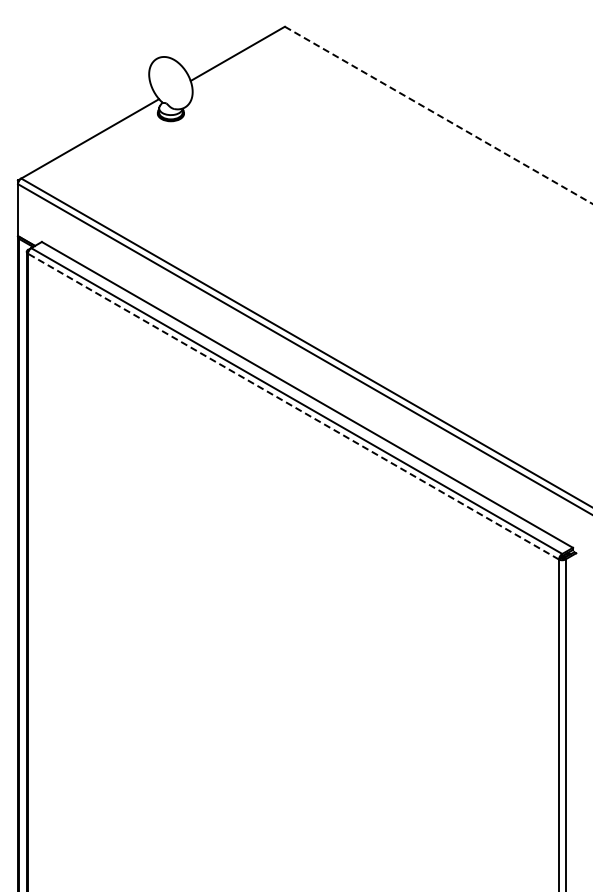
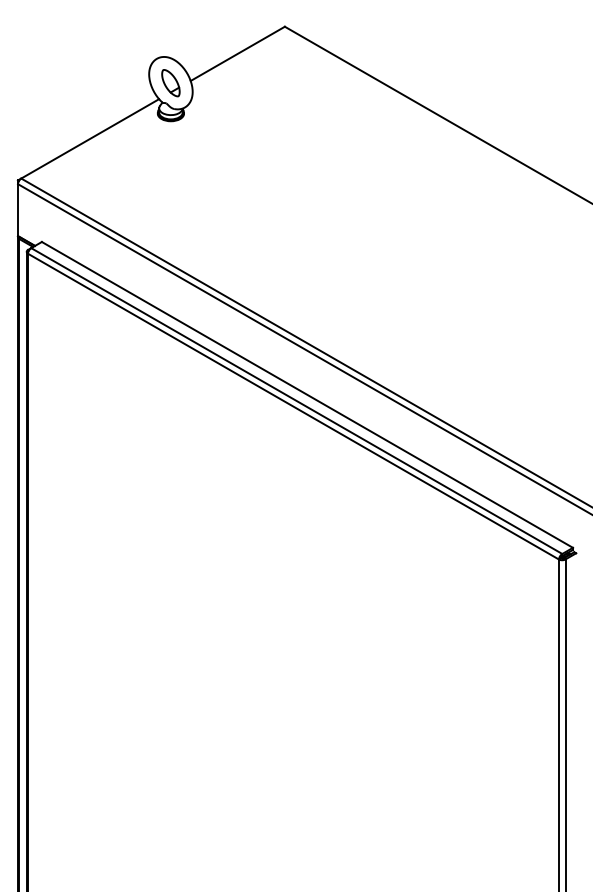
part at (170, 83): none -> present
line at (439, 115): dashed -> solid
line at (293, 406): dashed -> solid
